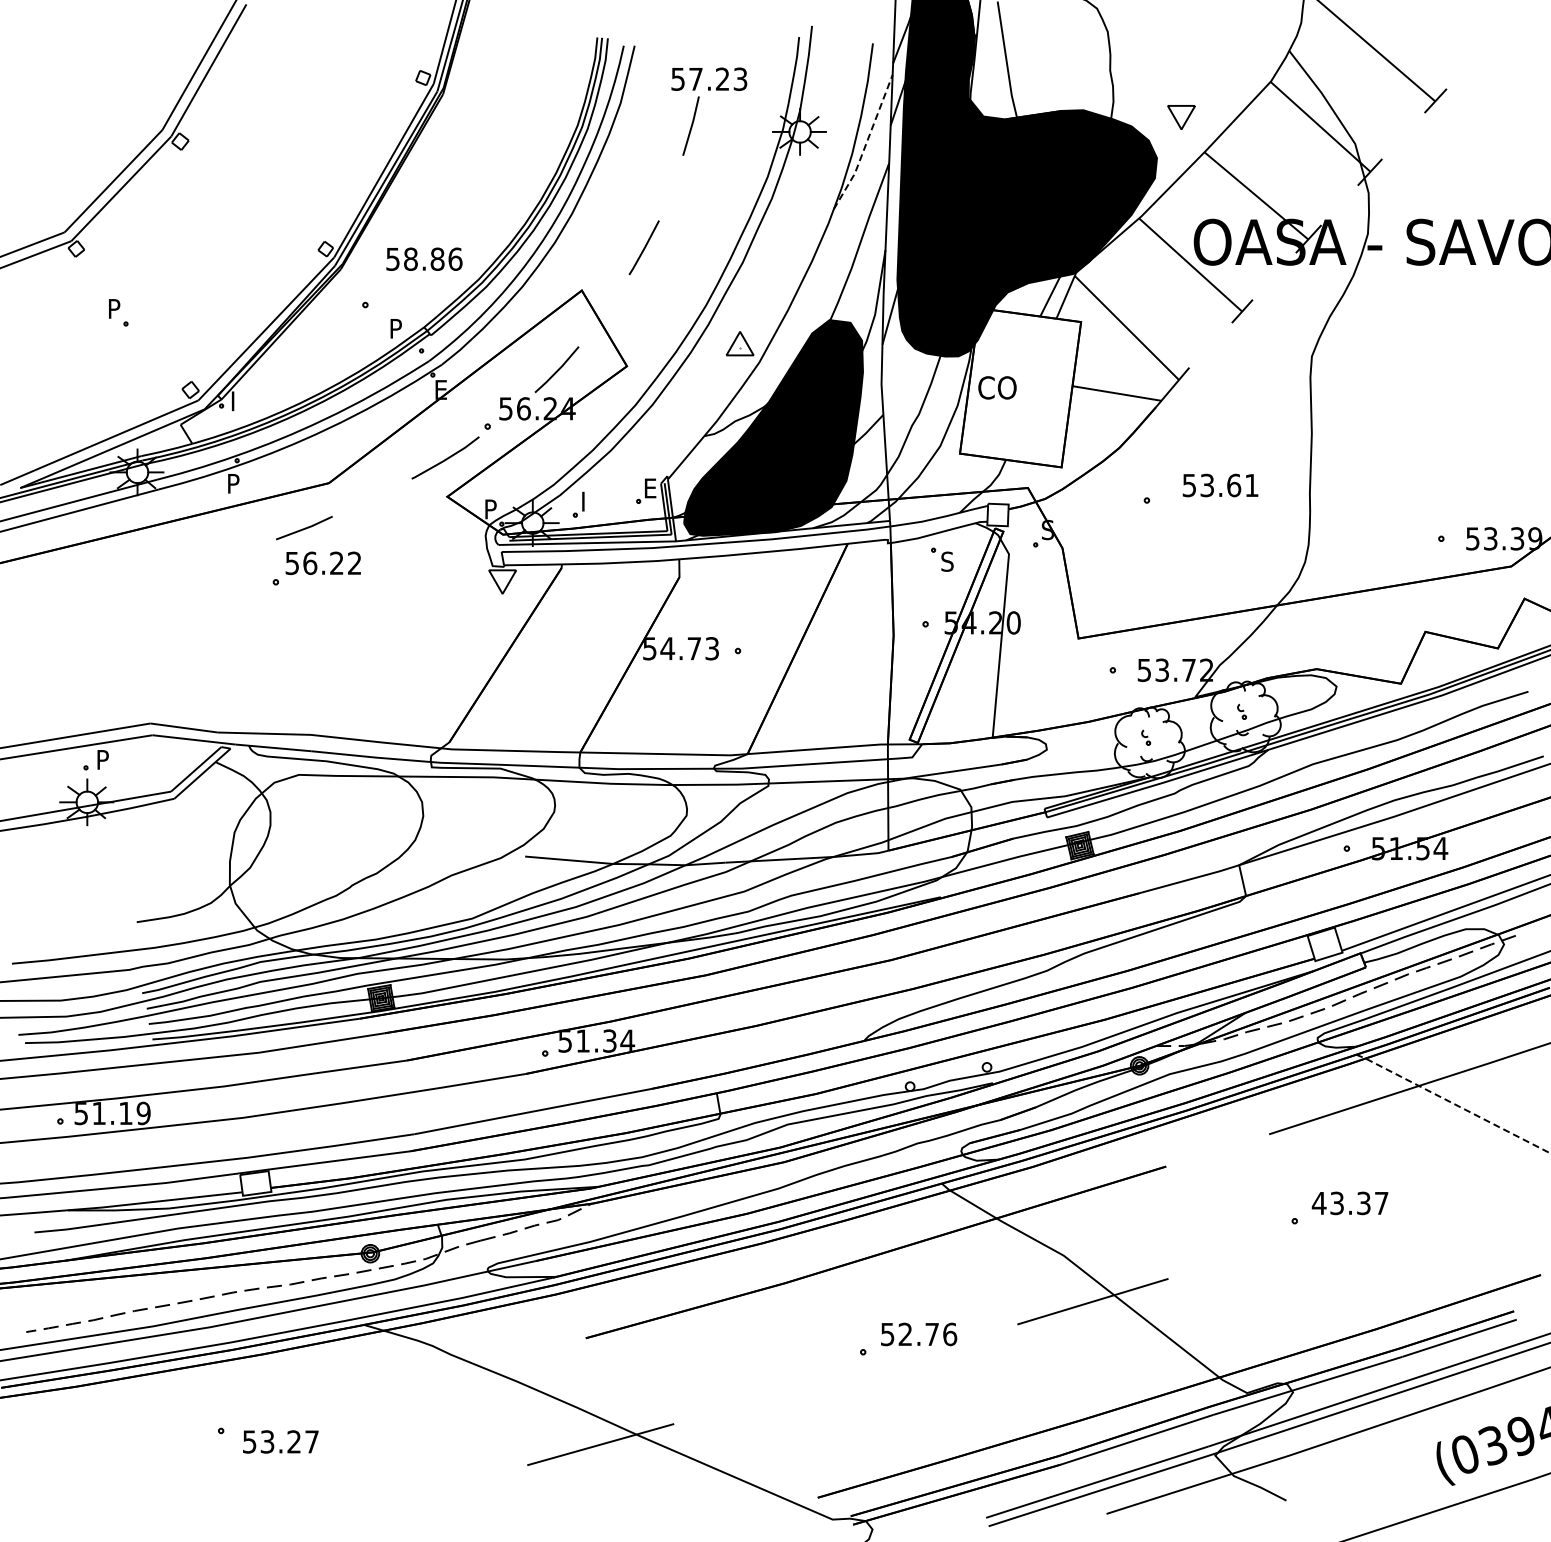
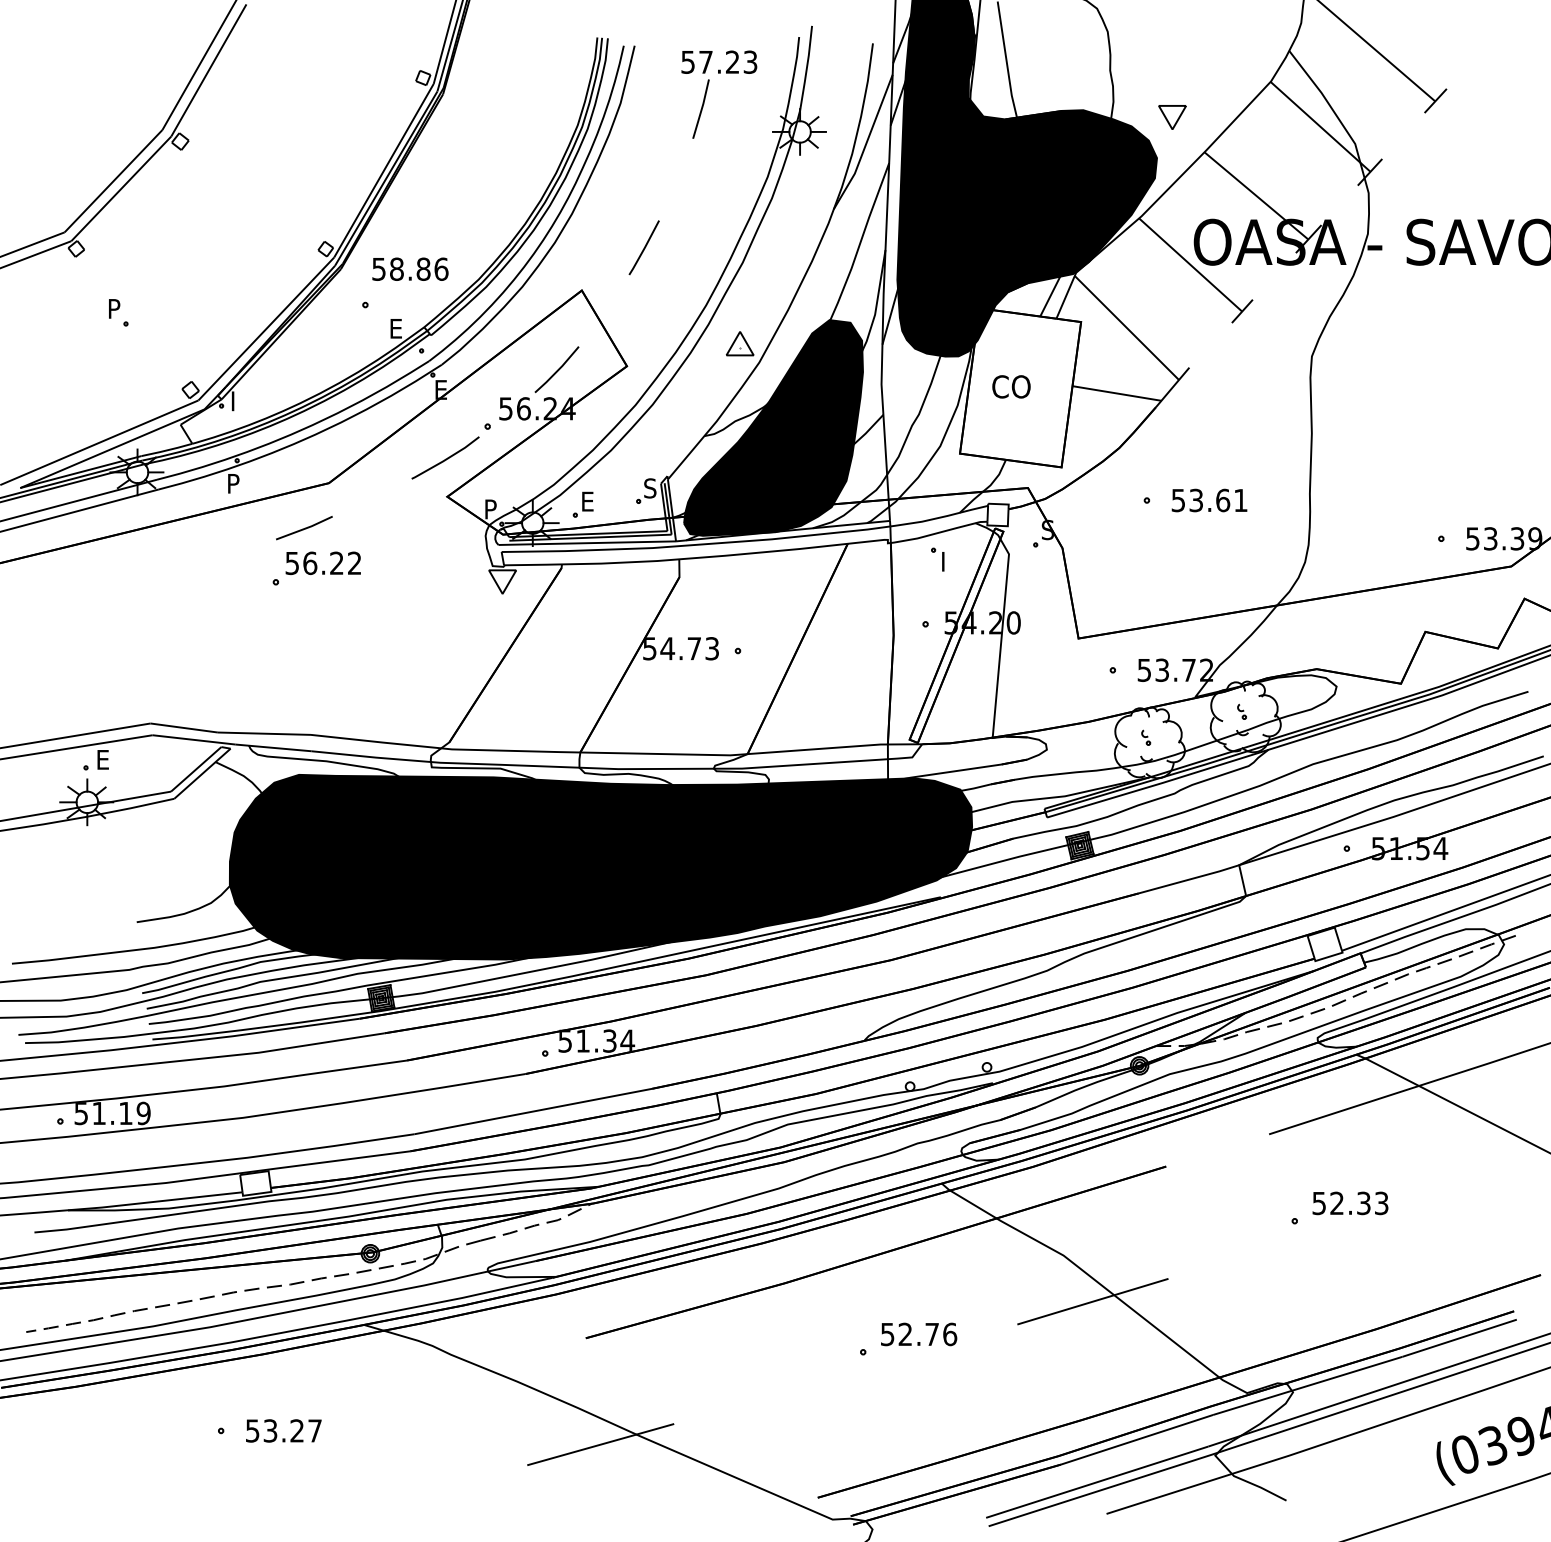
part at (697, 108) position: (697, 108) -> (707, 91)
part at (1181, 117) position: (1181, 117) -> (1172, 117)
line at (866, 143): dashed -> solid
text at (424, 258) position: (424, 258) -> (410, 268)
text at (397, 328): P -> E
text at (997, 387) position: (997, 387) -> (1011, 386)
text at (1220, 485) position: (1220, 485) -> (1209, 500)
text at (650, 488): E -> S
text at (588, 501): I -> E
text at (947, 561): S -> I
text at (104, 759): P -> E
fill at (600, 866): none -> present
line at (1452, 1103): dashed -> solid
text at (1349, 1203): 43.37 -> 52.33
text at (280, 1441) position: (280, 1441) -> (283, 1430)
